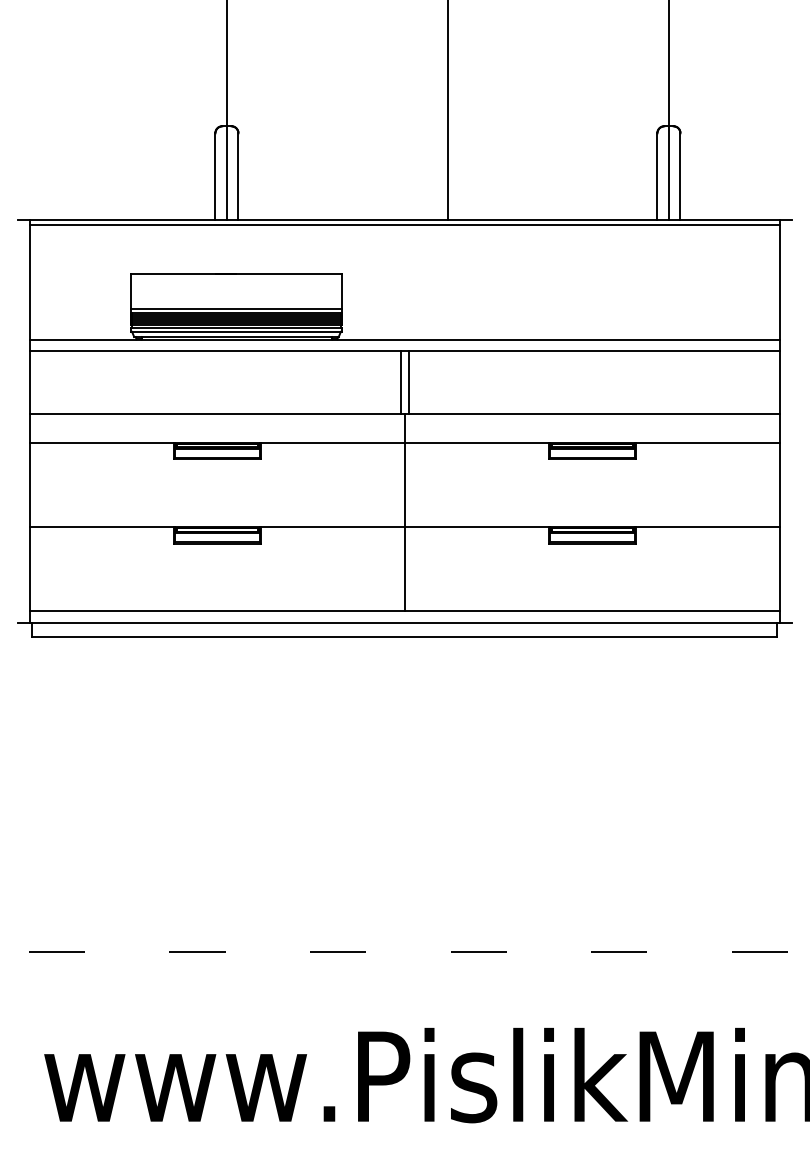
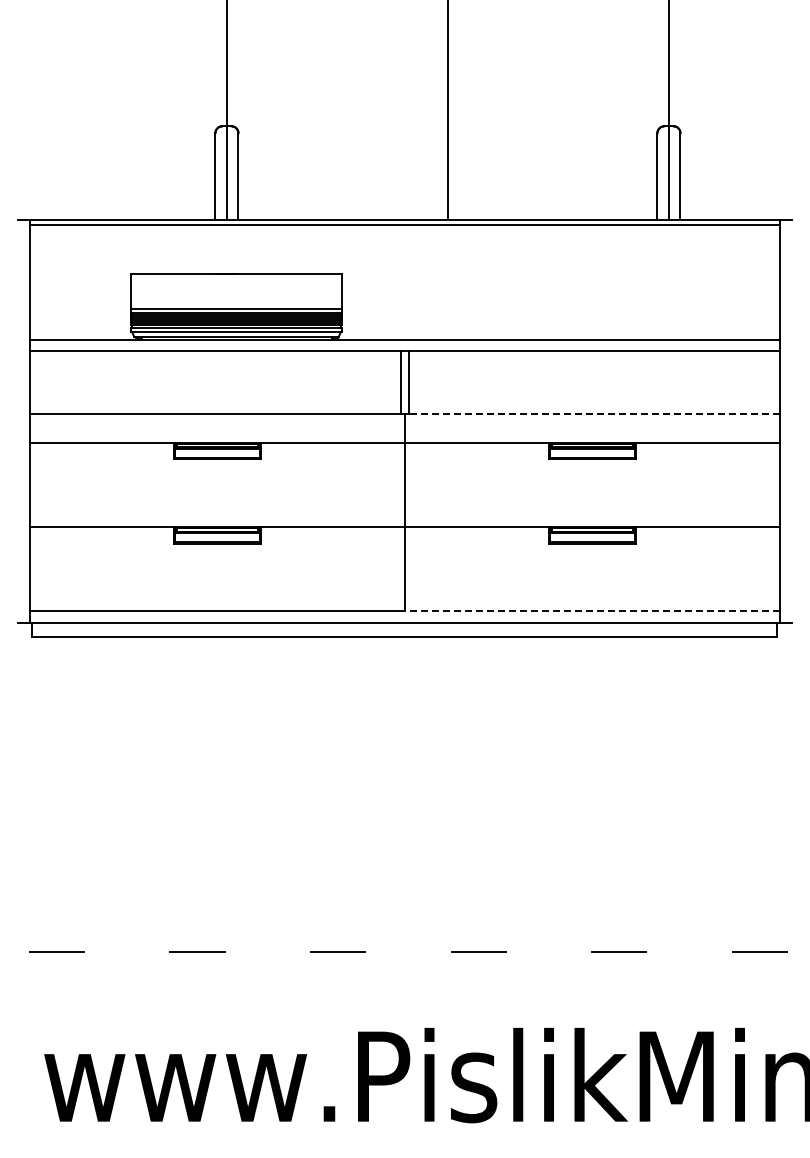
line at (594, 414): solid -> dashed
line at (591, 611): solid -> dashed
